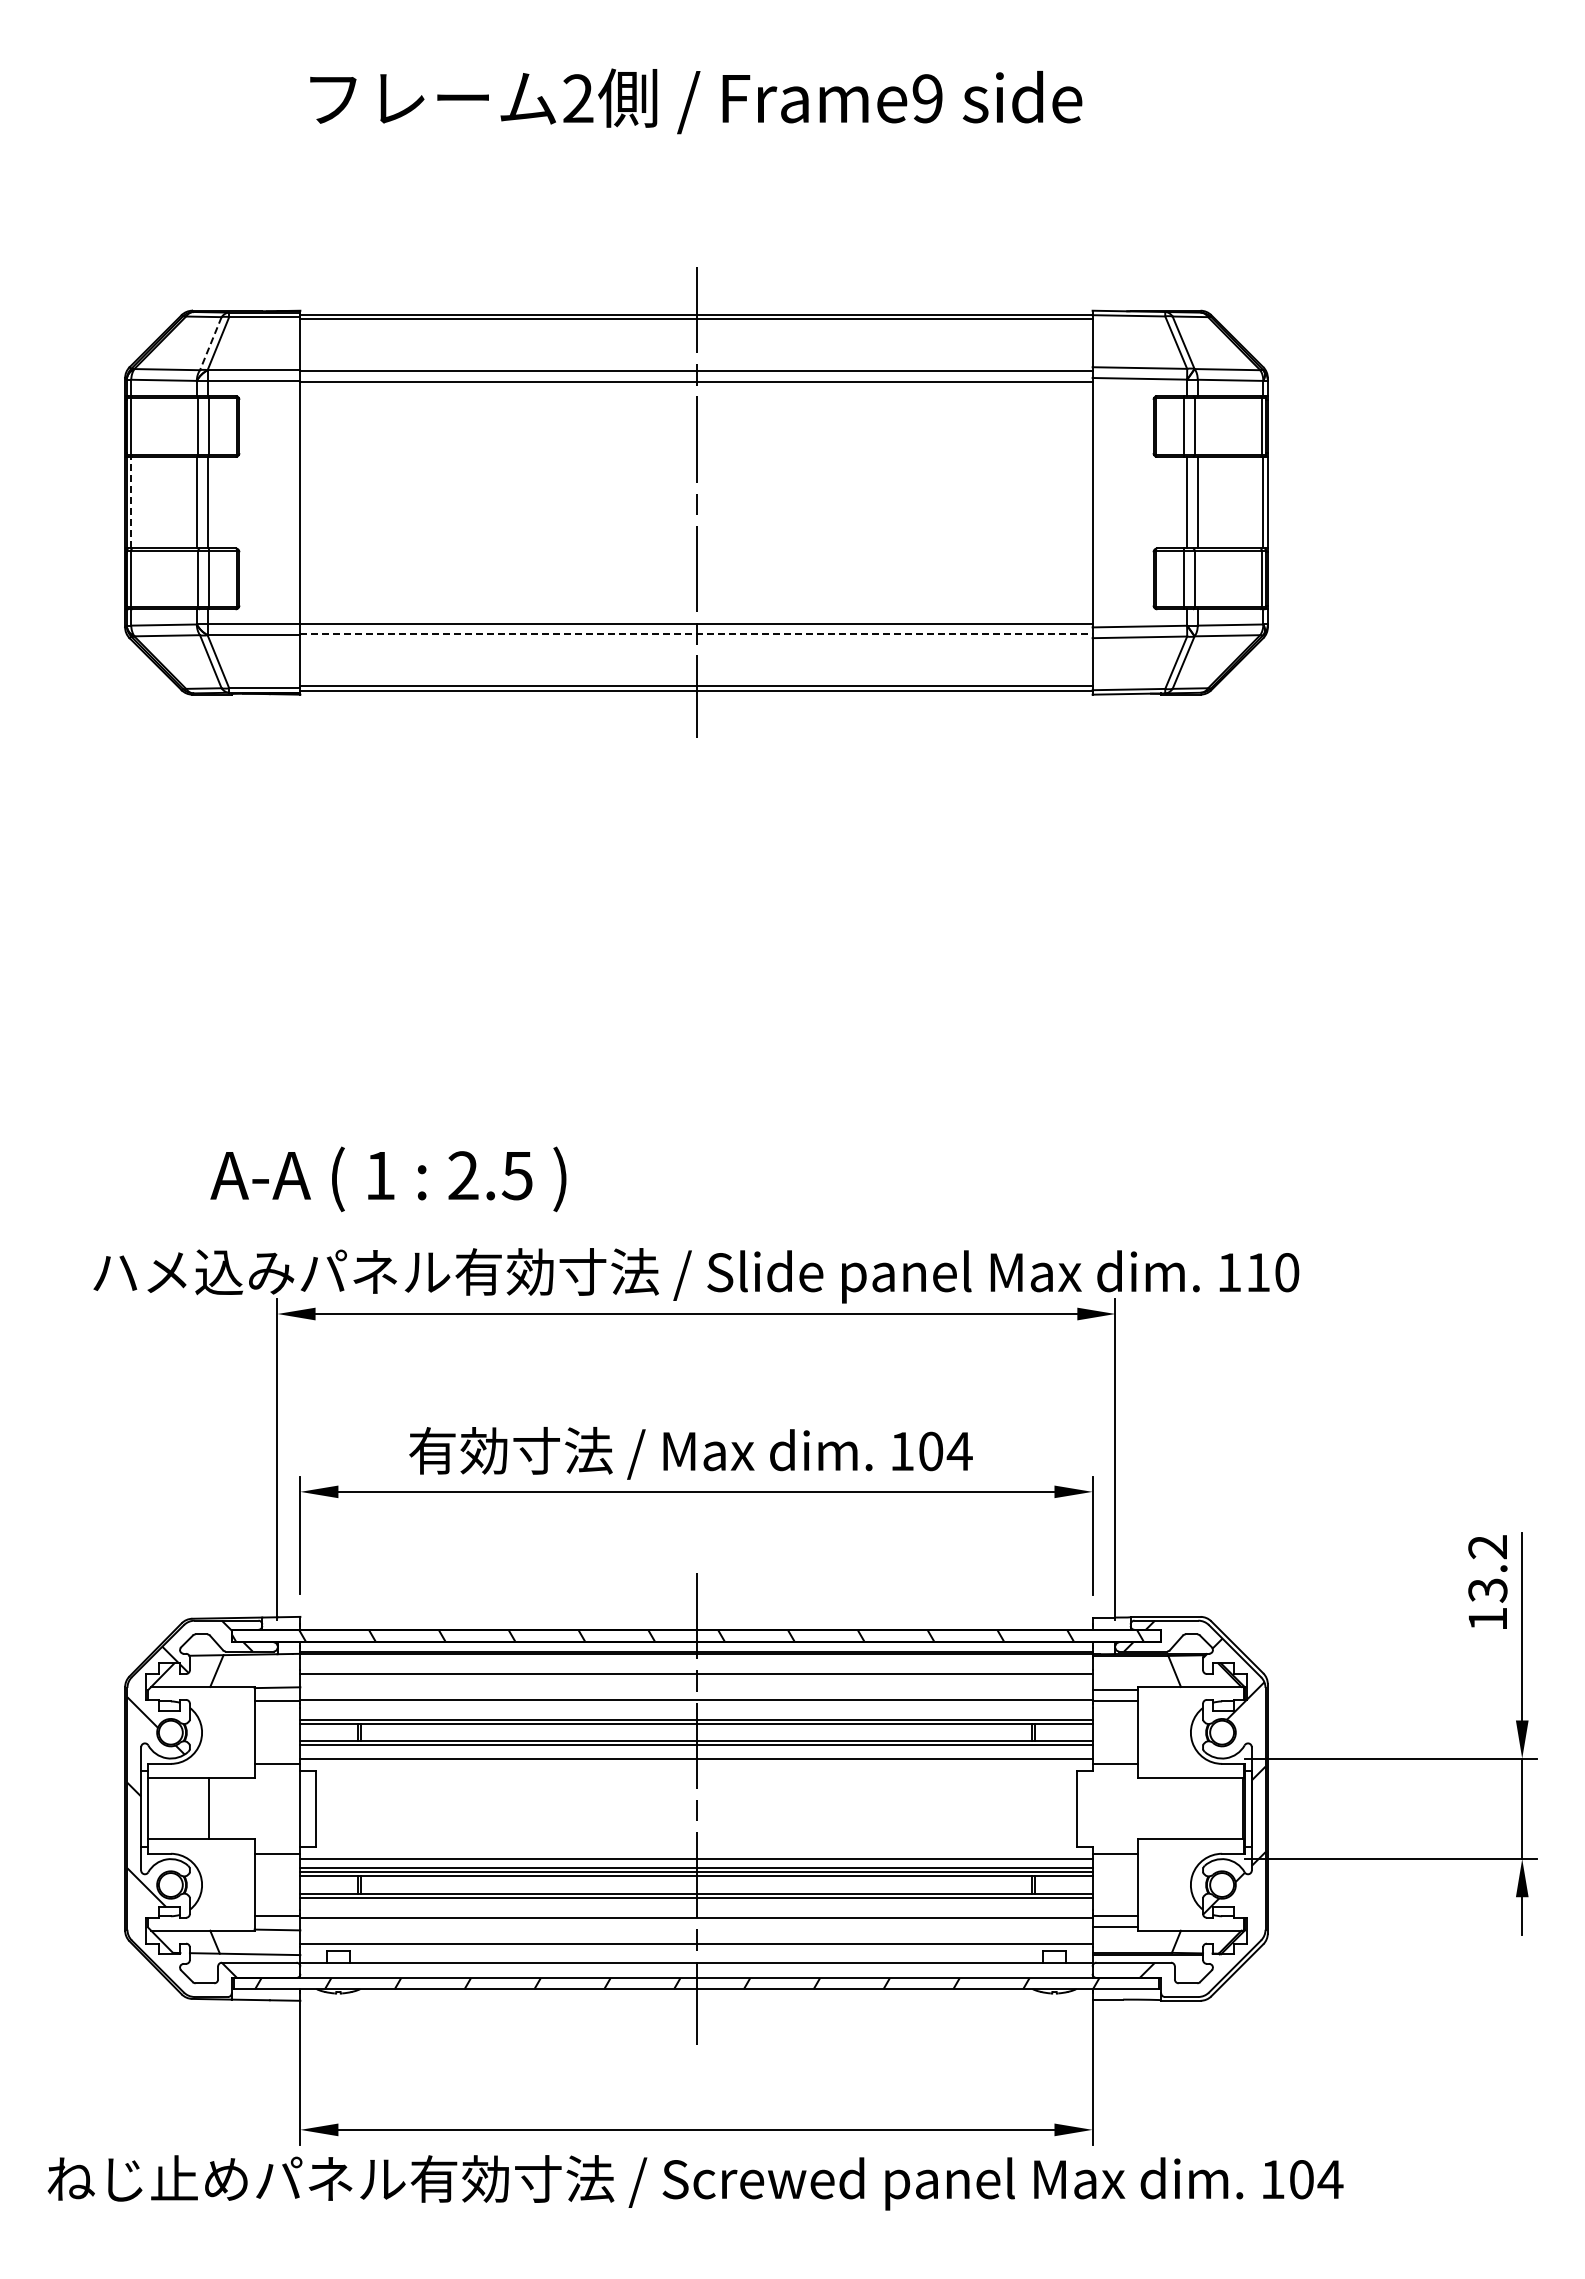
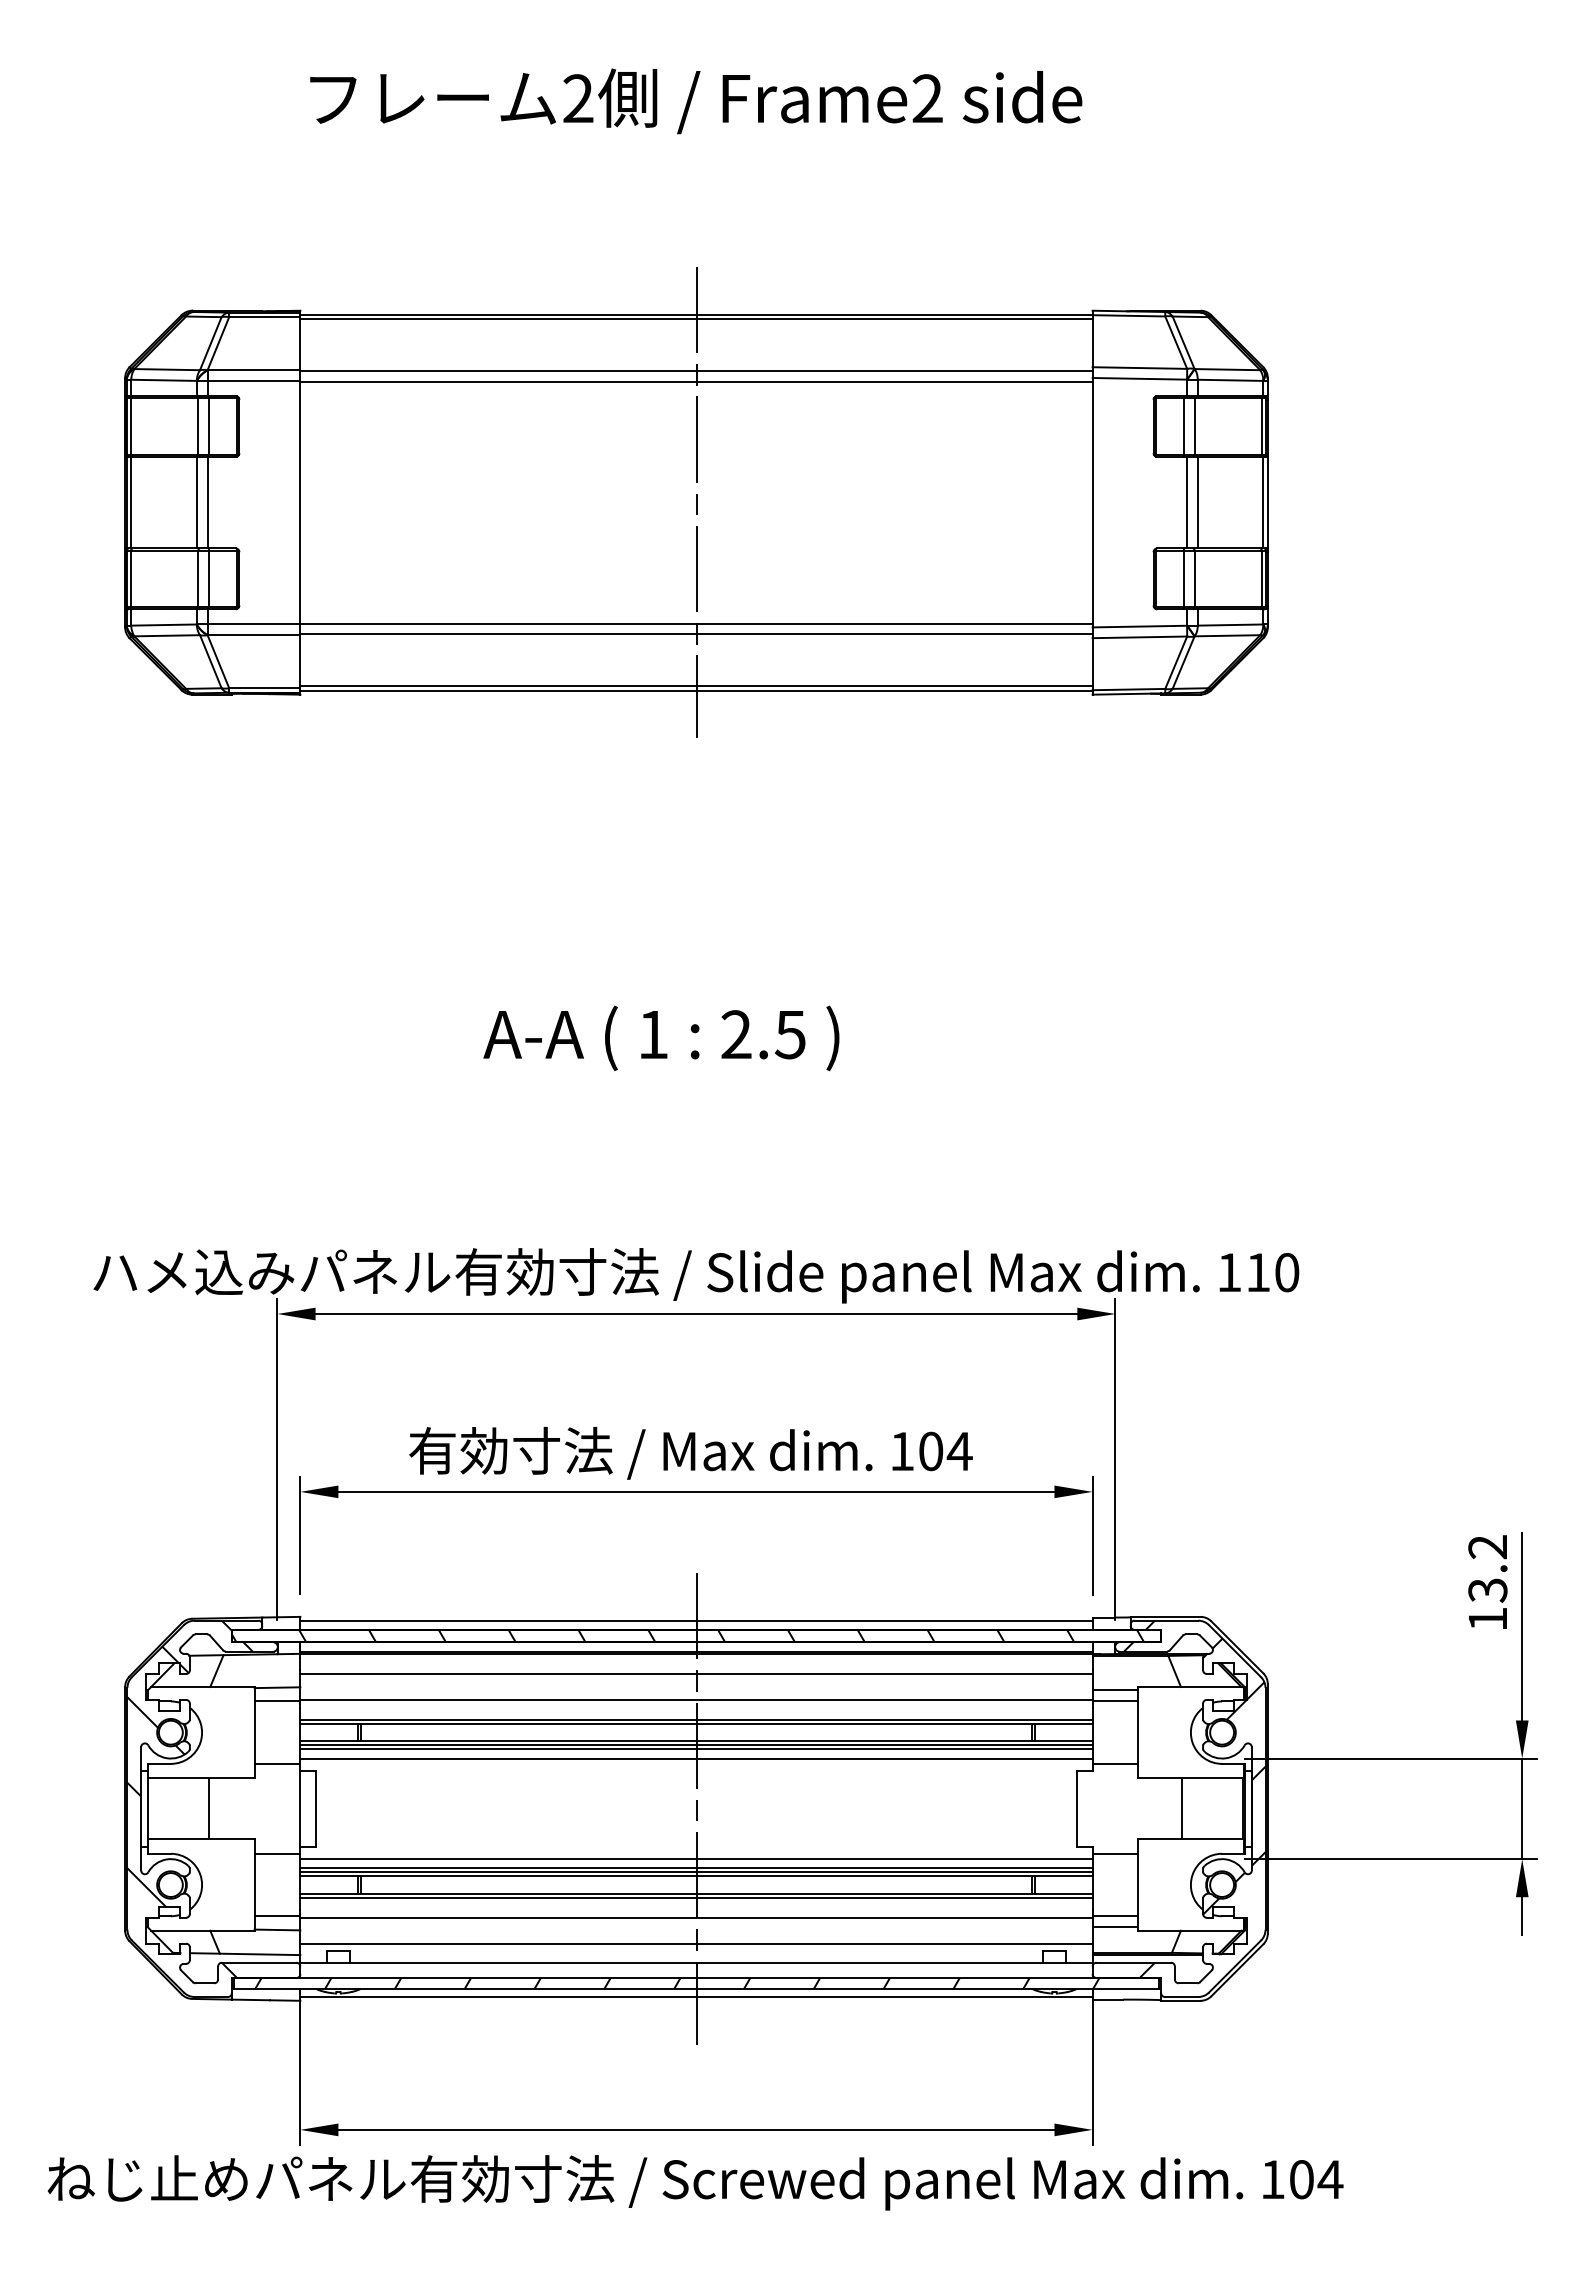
text at (927, 98): Frame9 -> Frame2
line at (210, 343): dashed -> solid
line at (131, 502): dashed -> solid
line at (696, 634): dashed -> solid
text at (388, 1179) position: (388, 1179) -> (661, 1038)
line at (696, 1620): none -> present
line at (696, 1749): none -> present
line at (1182, 1808): none -> present
line at (696, 1997): none -> present
